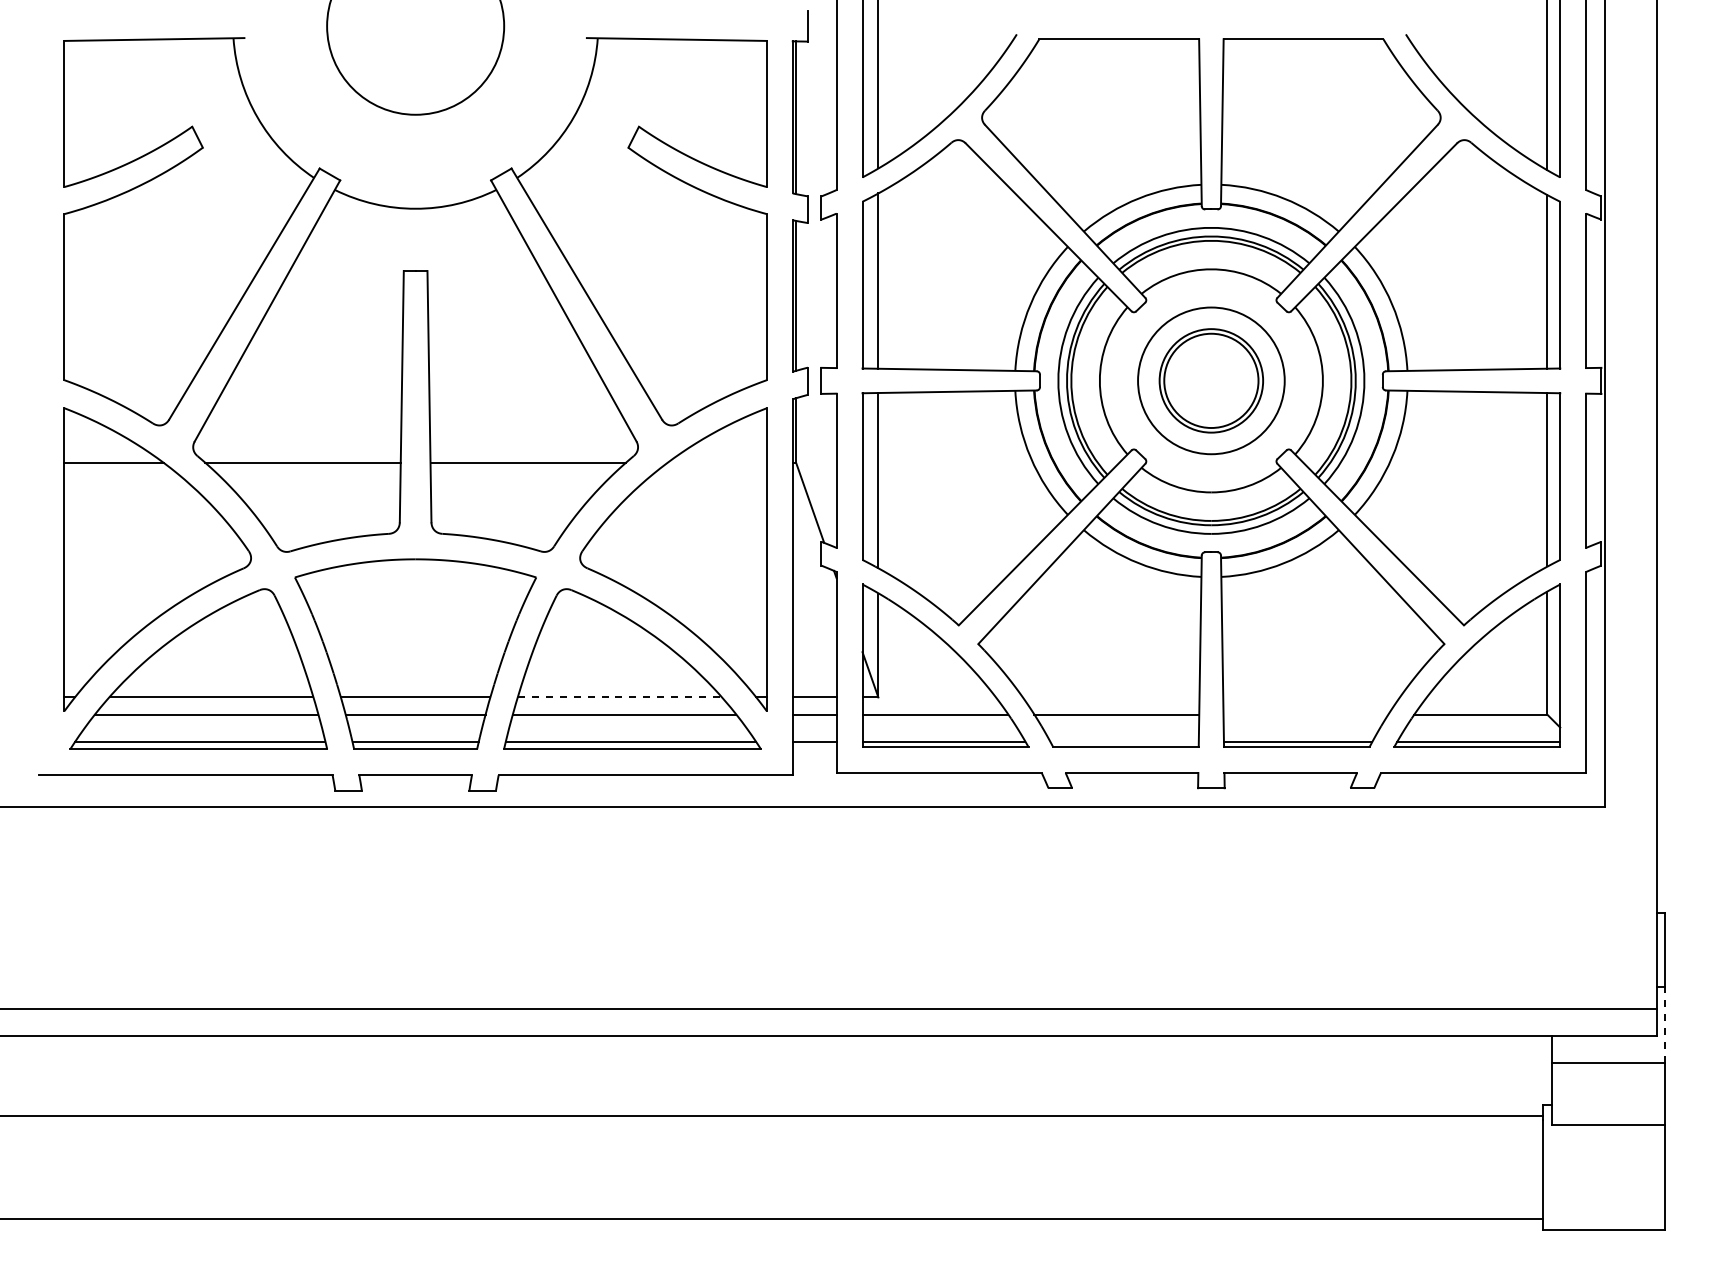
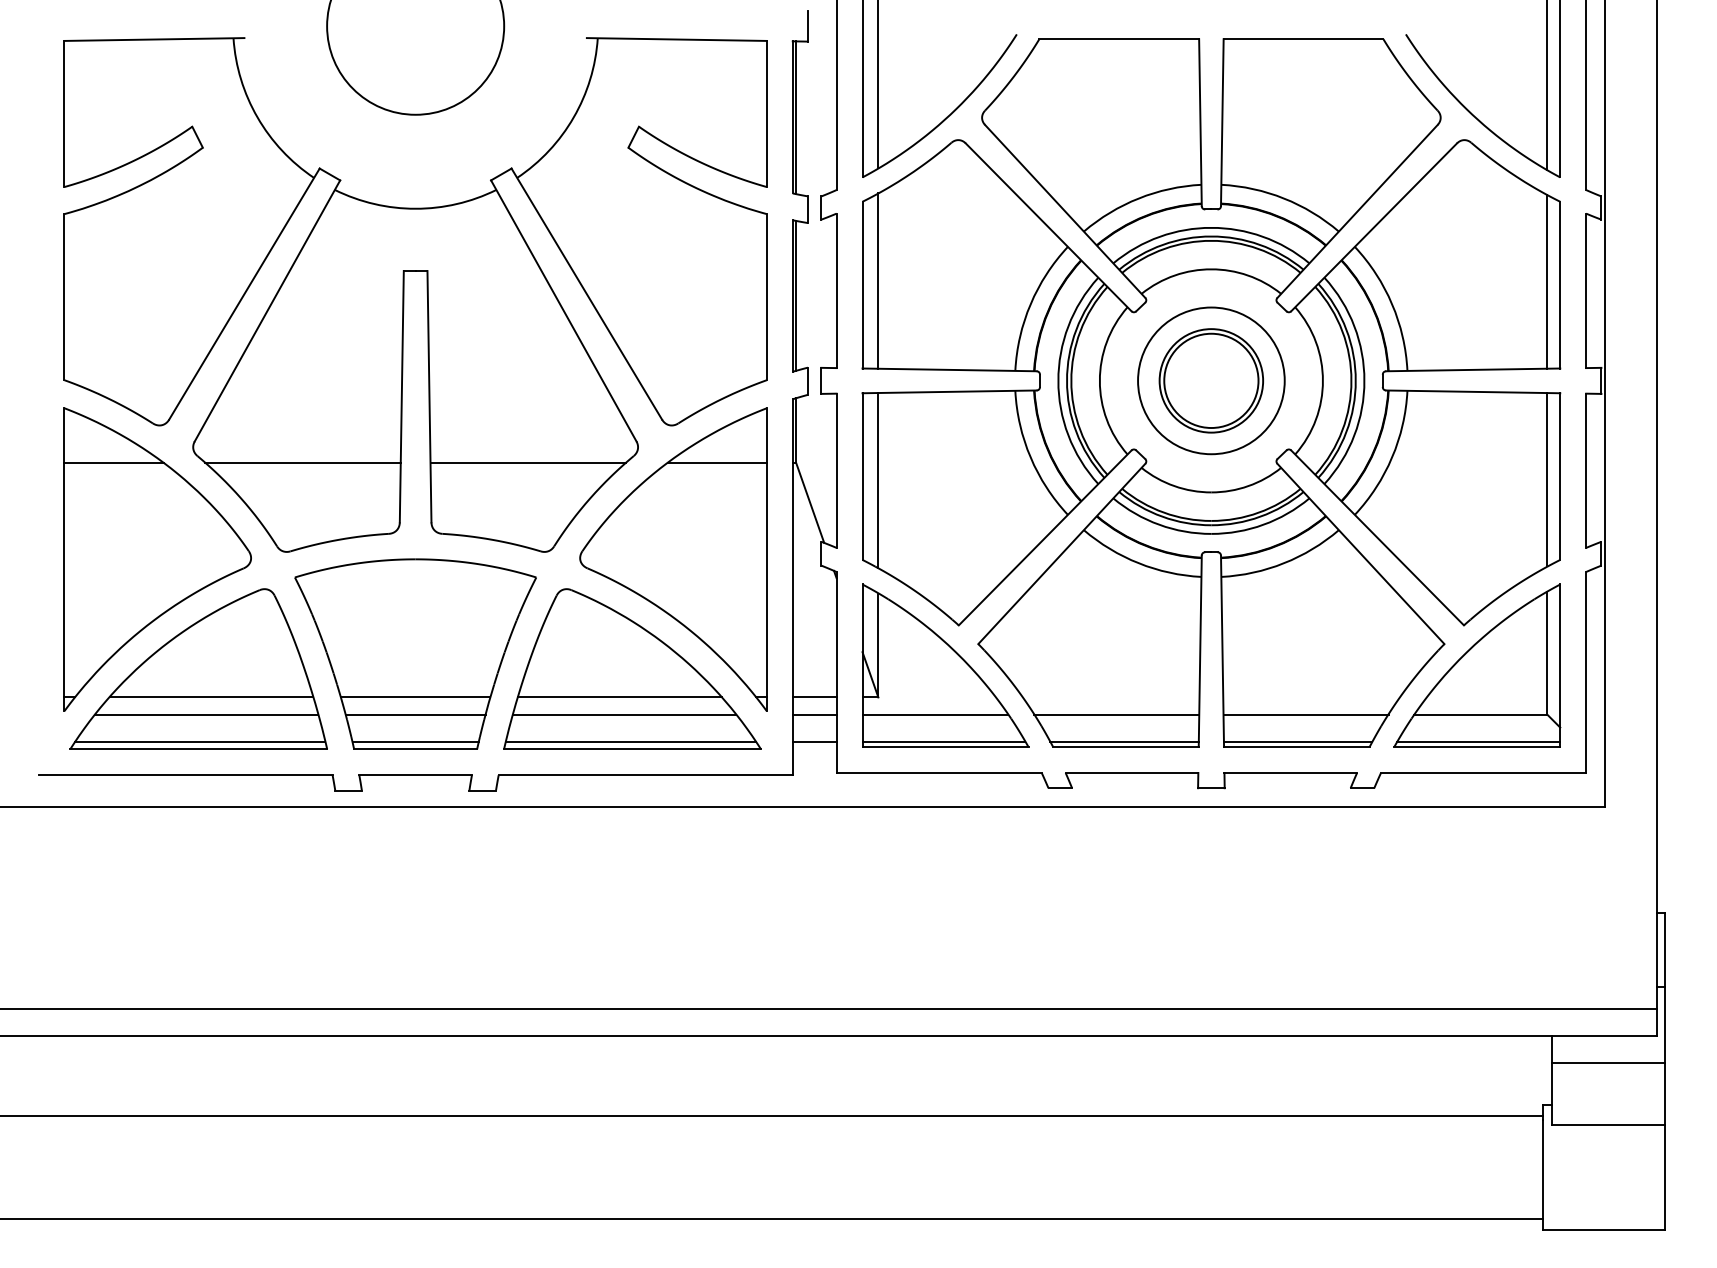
line at (716, 463): none -> present
line at (619, 697): dashed -> solid
line at (1305, 714): none -> present
line at (1124, 742): none -> present
line at (1665, 1025): dashed -> solid
